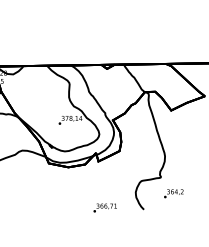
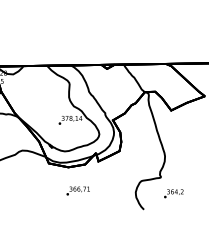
text at (104, 207) position: (104, 207) -> (77, 190)
